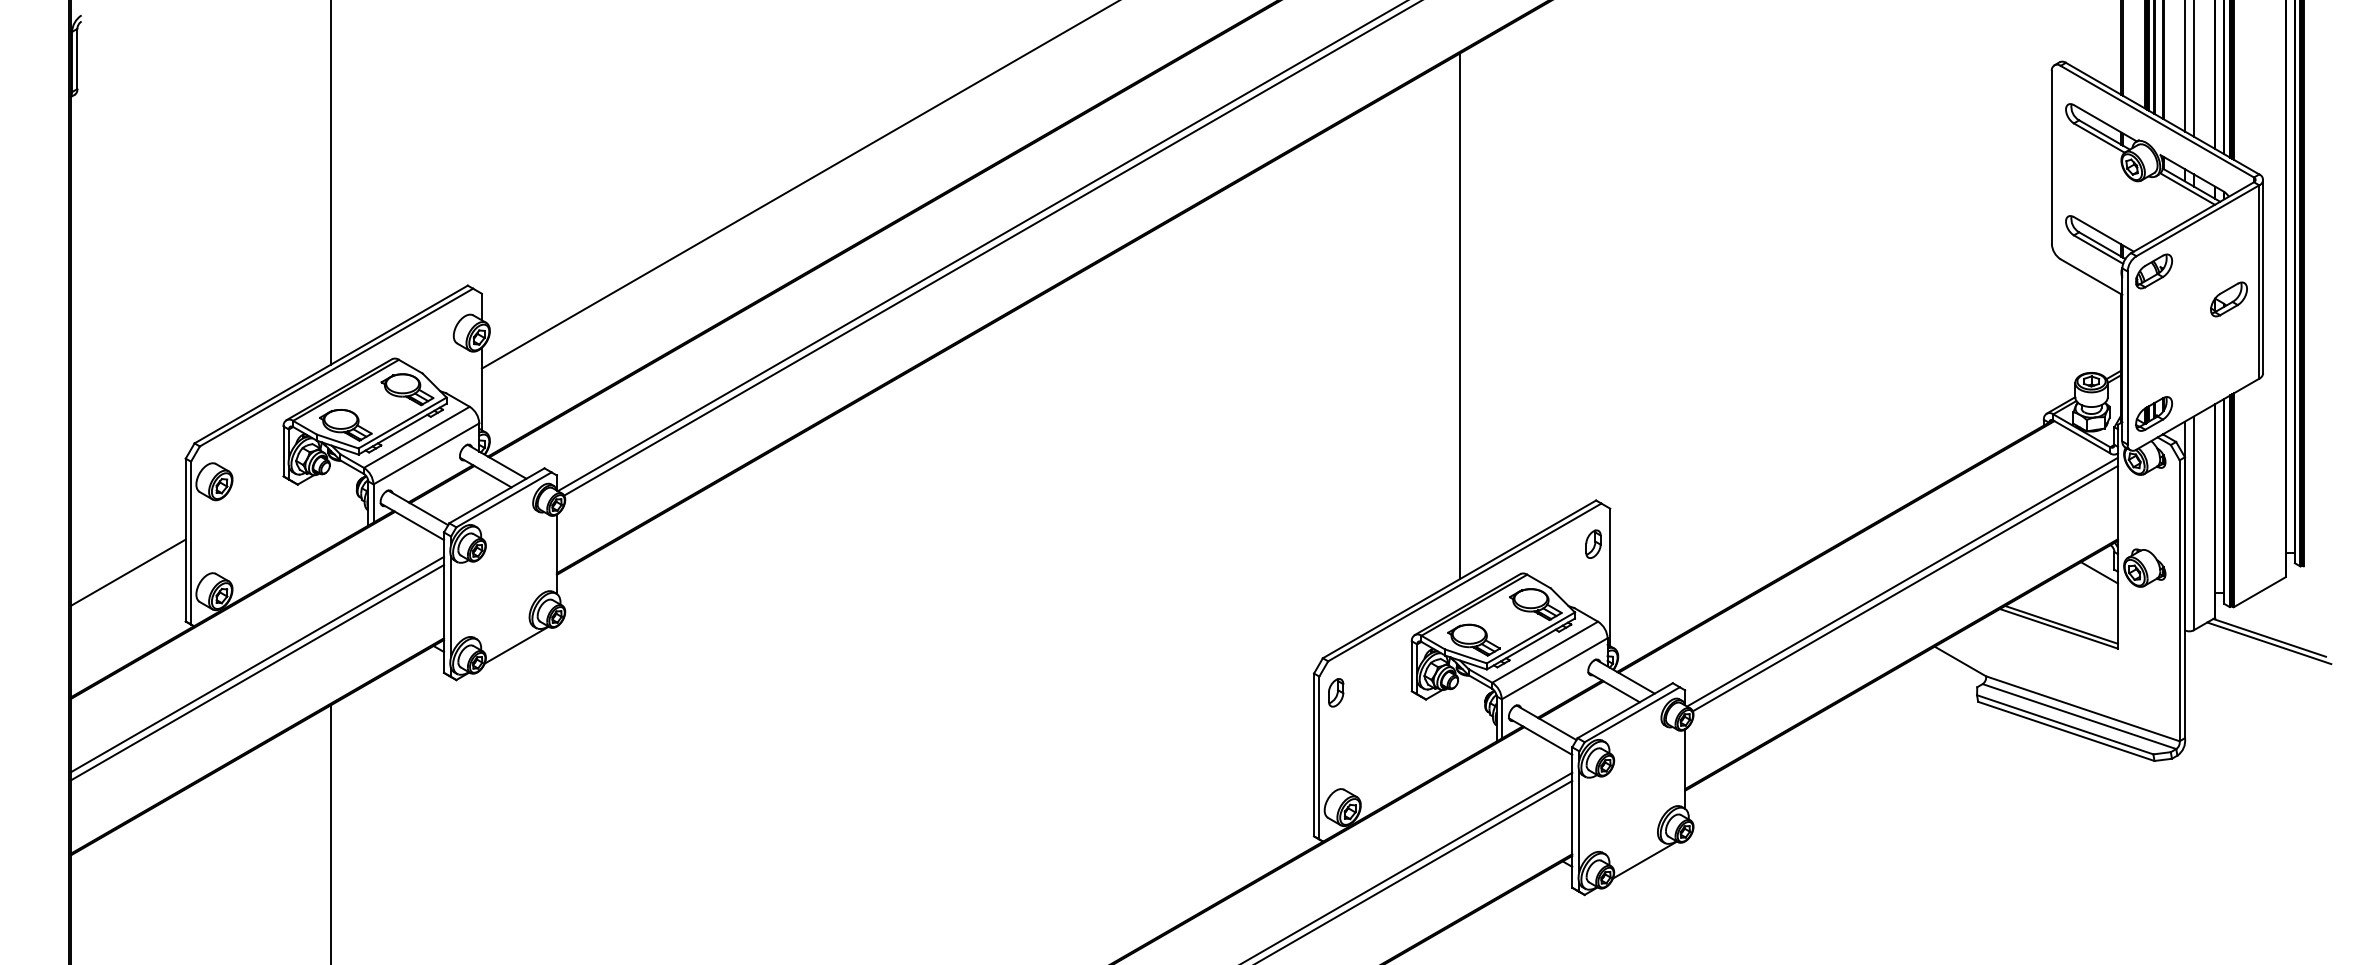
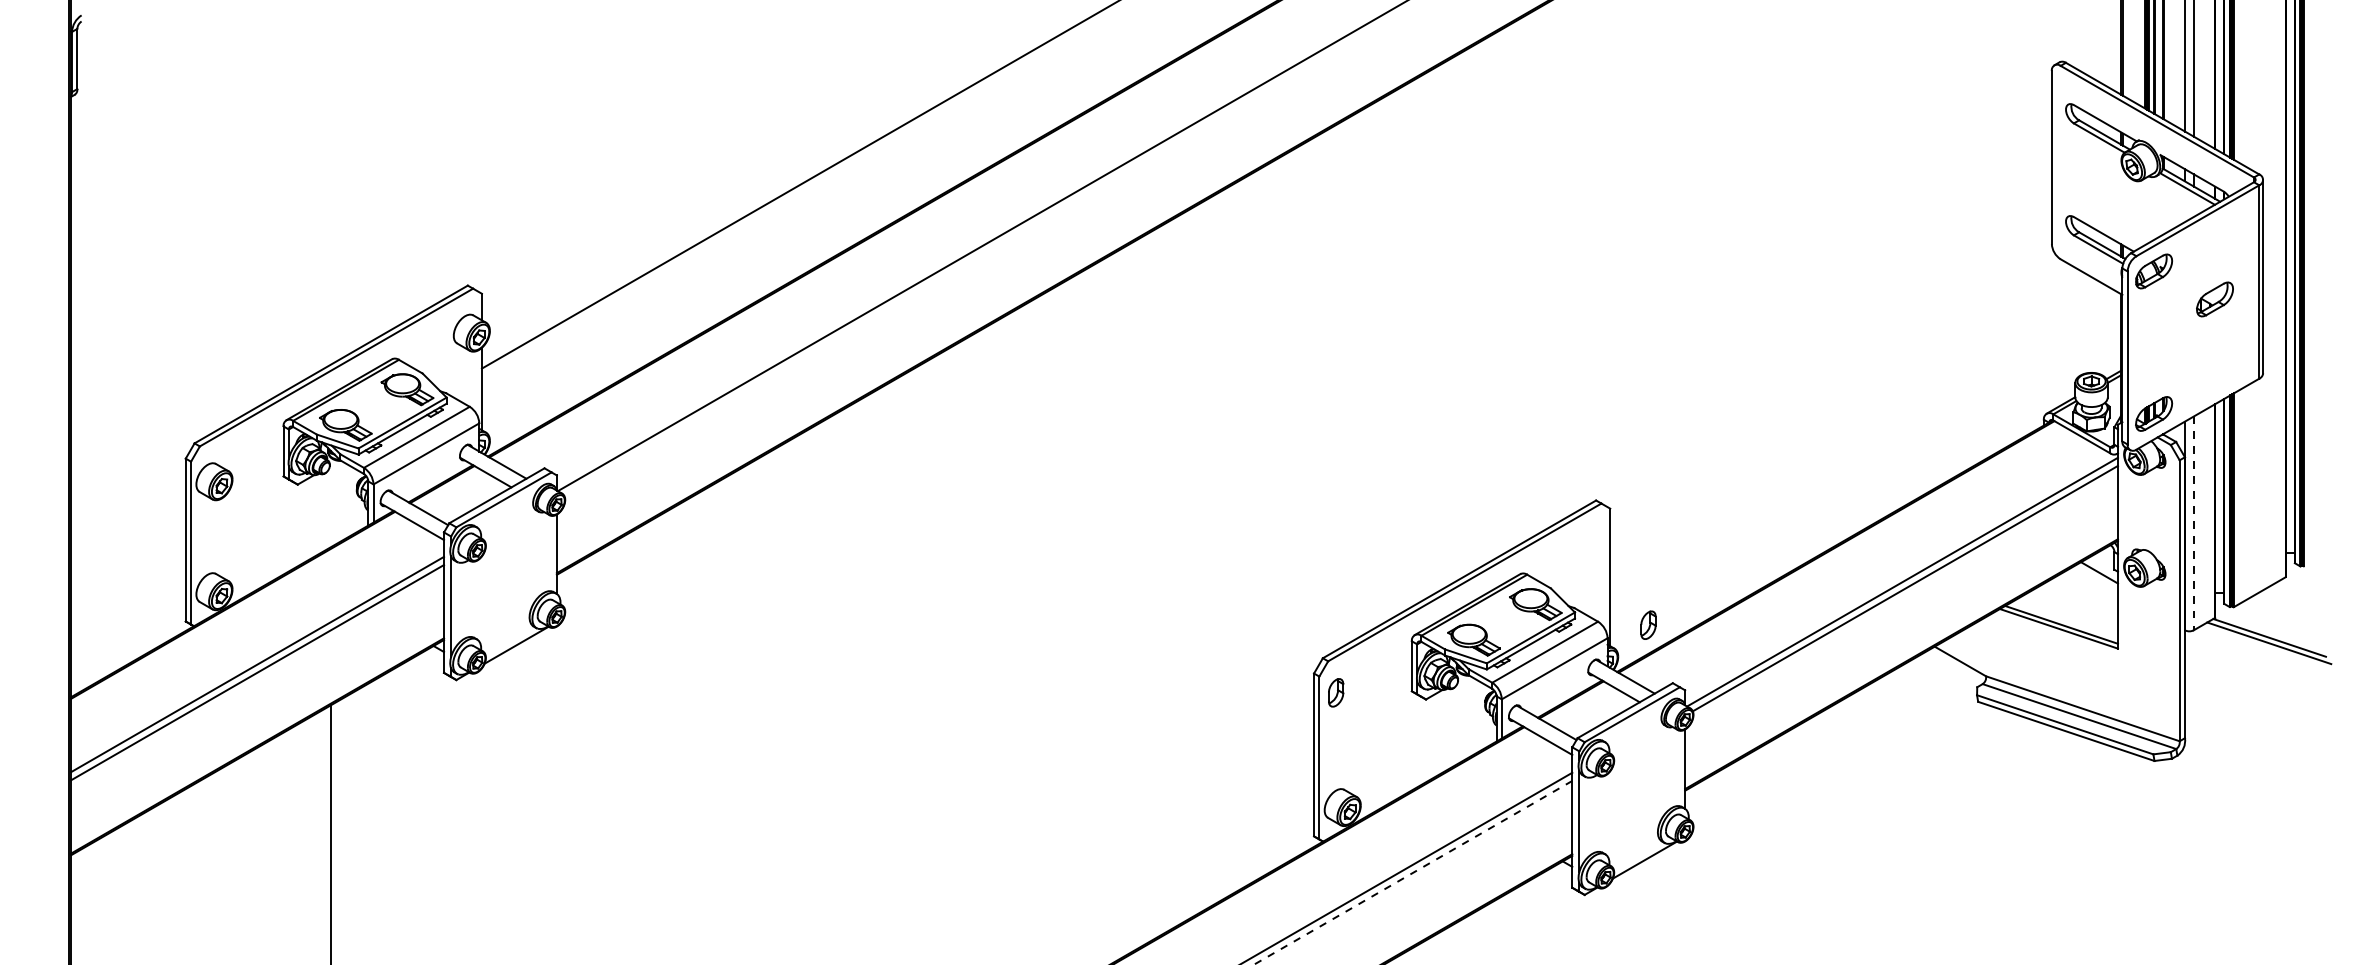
line at (331, 183): present -> none
line at (991, 248): present -> none
part at (2228, 299) position: (2228, 299) -> (2214, 299)
line at (1459, 316): present -> none
line at (2193, 523): solid -> dashed
part at (1593, 543) position: (1593, 543) -> (1648, 624)
line at (128, 572): present -> none
line at (1413, 872): solid -> dashed
